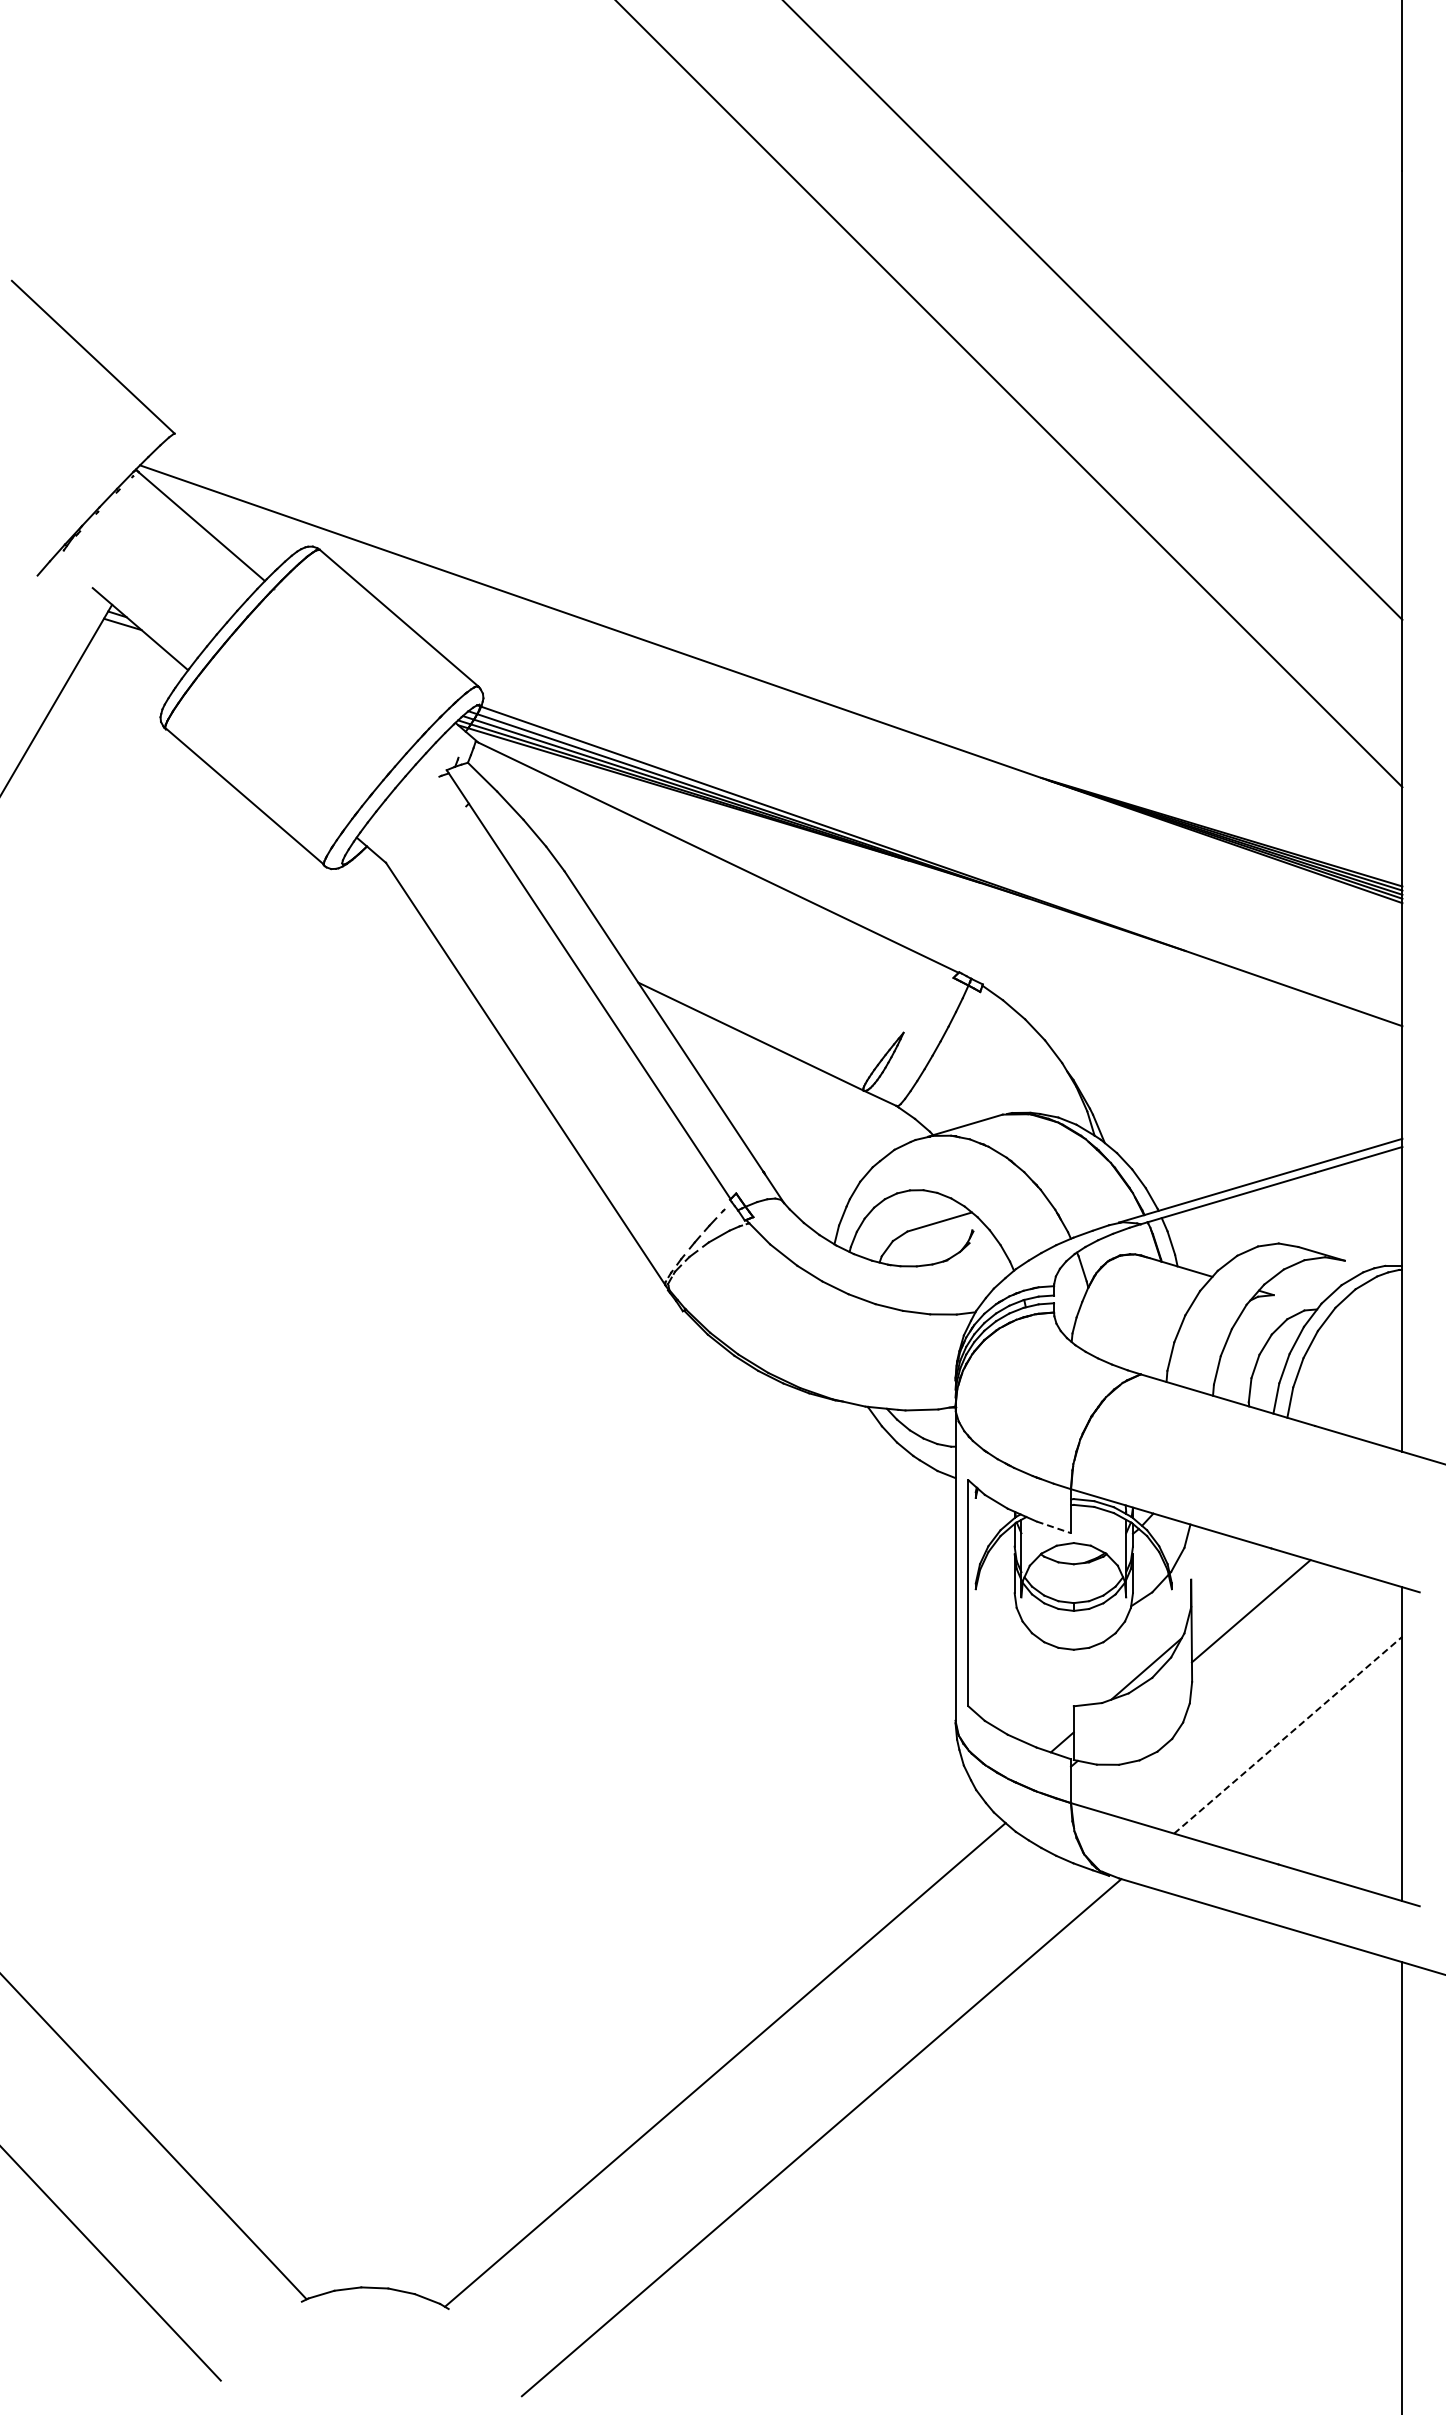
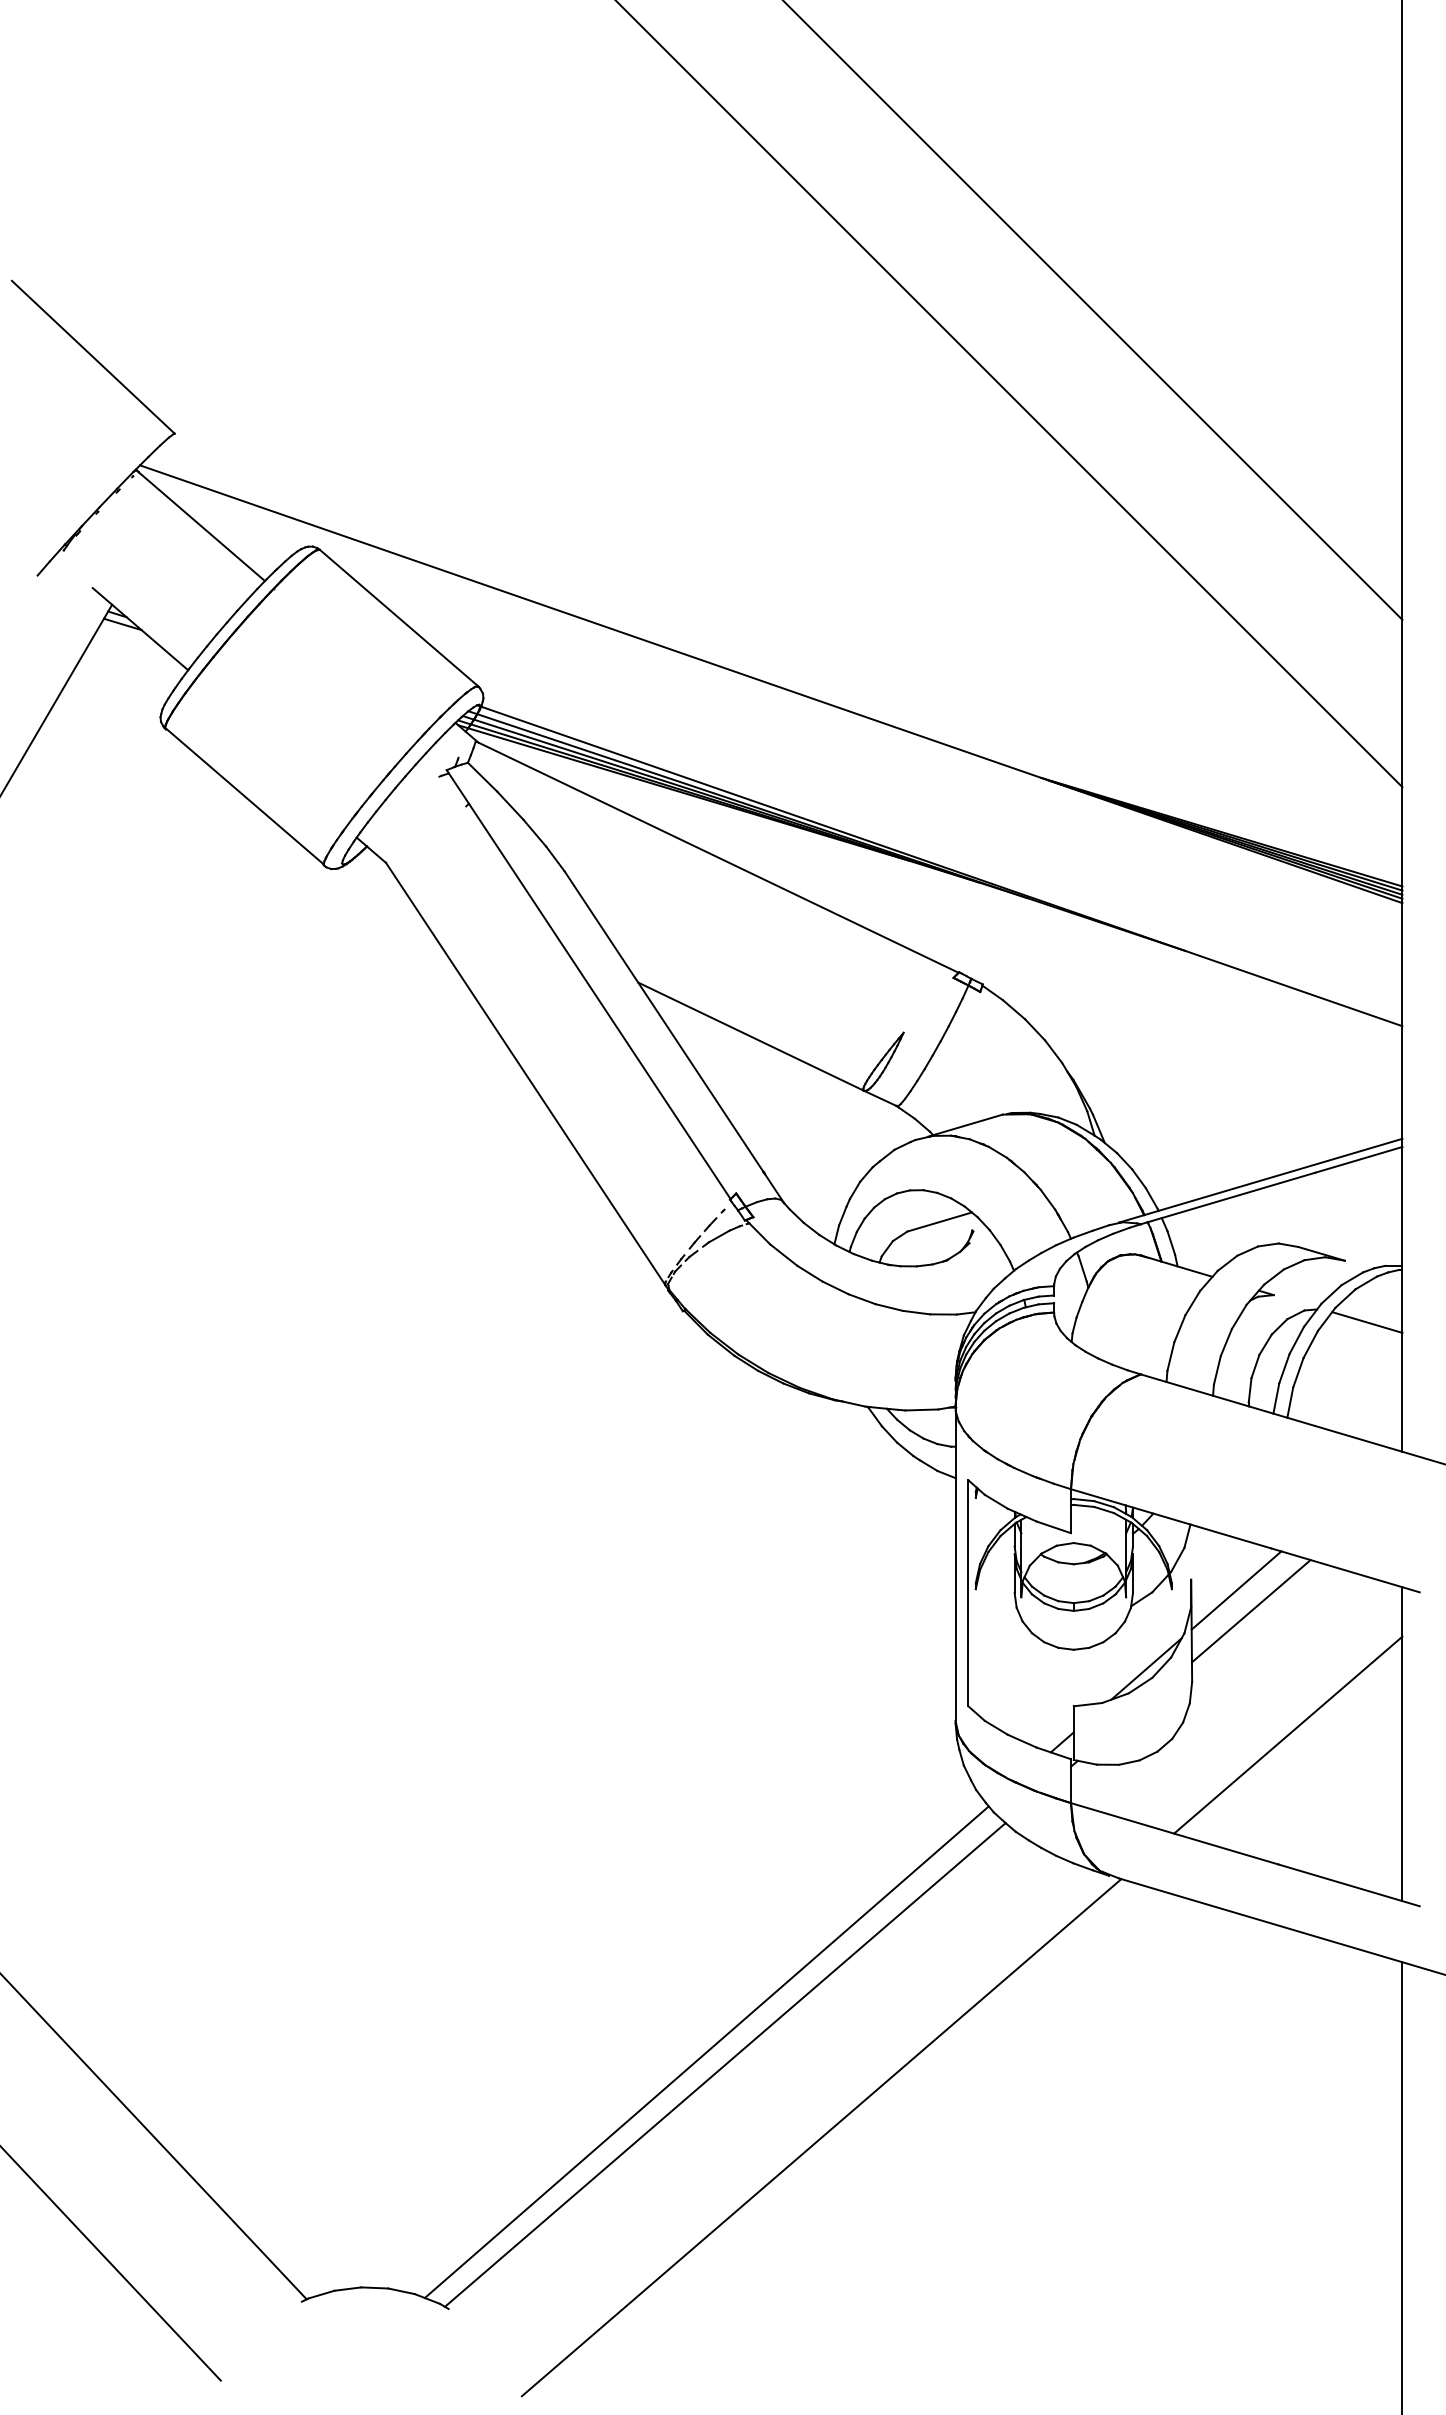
line at (1367, 1322): none -> present
line at (1054, 1527): dashed -> solid
line at (1236, 1590): none -> present
line at (1288, 1735): dashed -> solid
line at (706, 2051): none -> present
